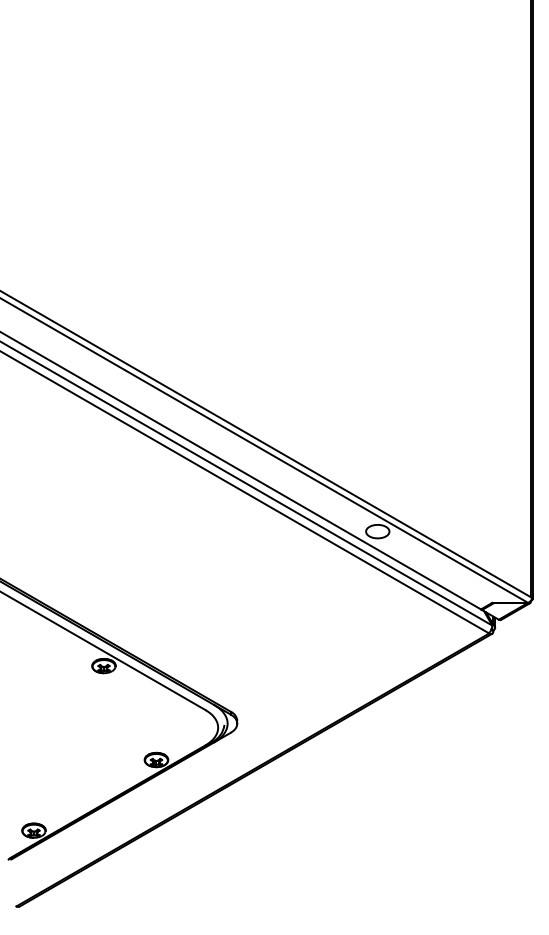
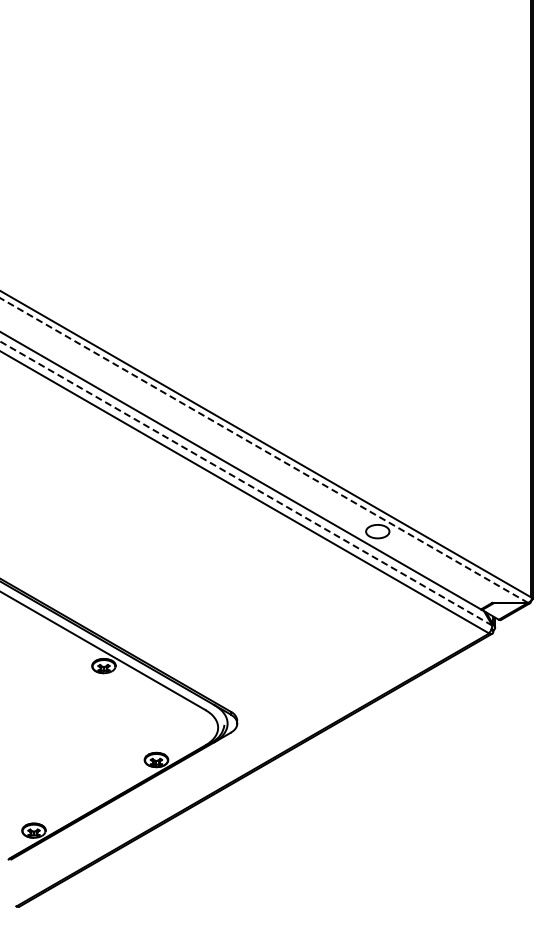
line at (264, 450): solid -> dashed
line at (246, 483): solid -> dashed
